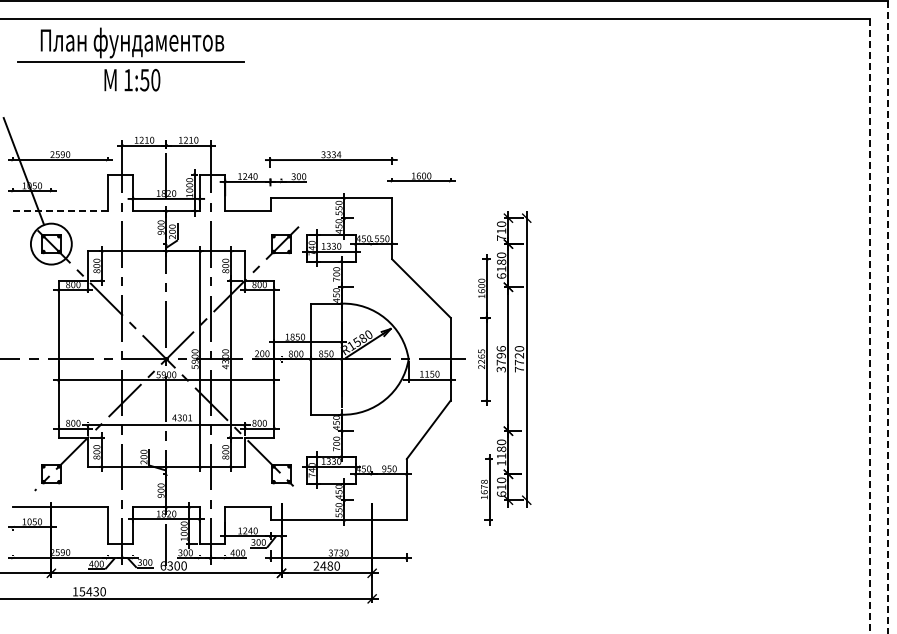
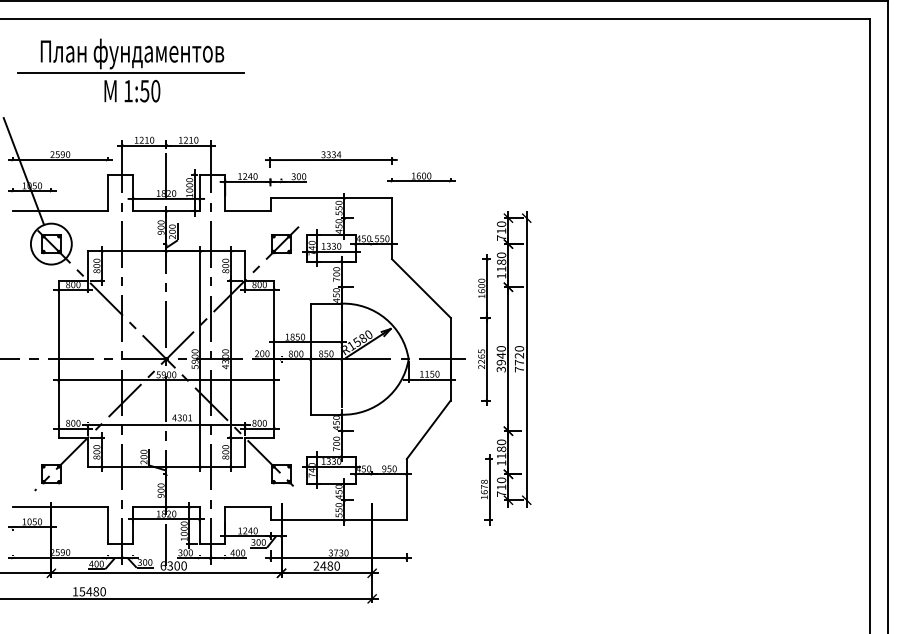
part at (130, 59) position: (130, 59) -> (130, 70)
line at (60, 211): dashed -> solid
text at (501, 275): 6180 -> 1180
line at (888, 317): dashed -> solid
line at (870, 327): dashed -> solid
text at (500, 355): 3796 -> 3940
text at (501, 493): 610 -> 710
text at (96, 591): 15430 -> 15480
